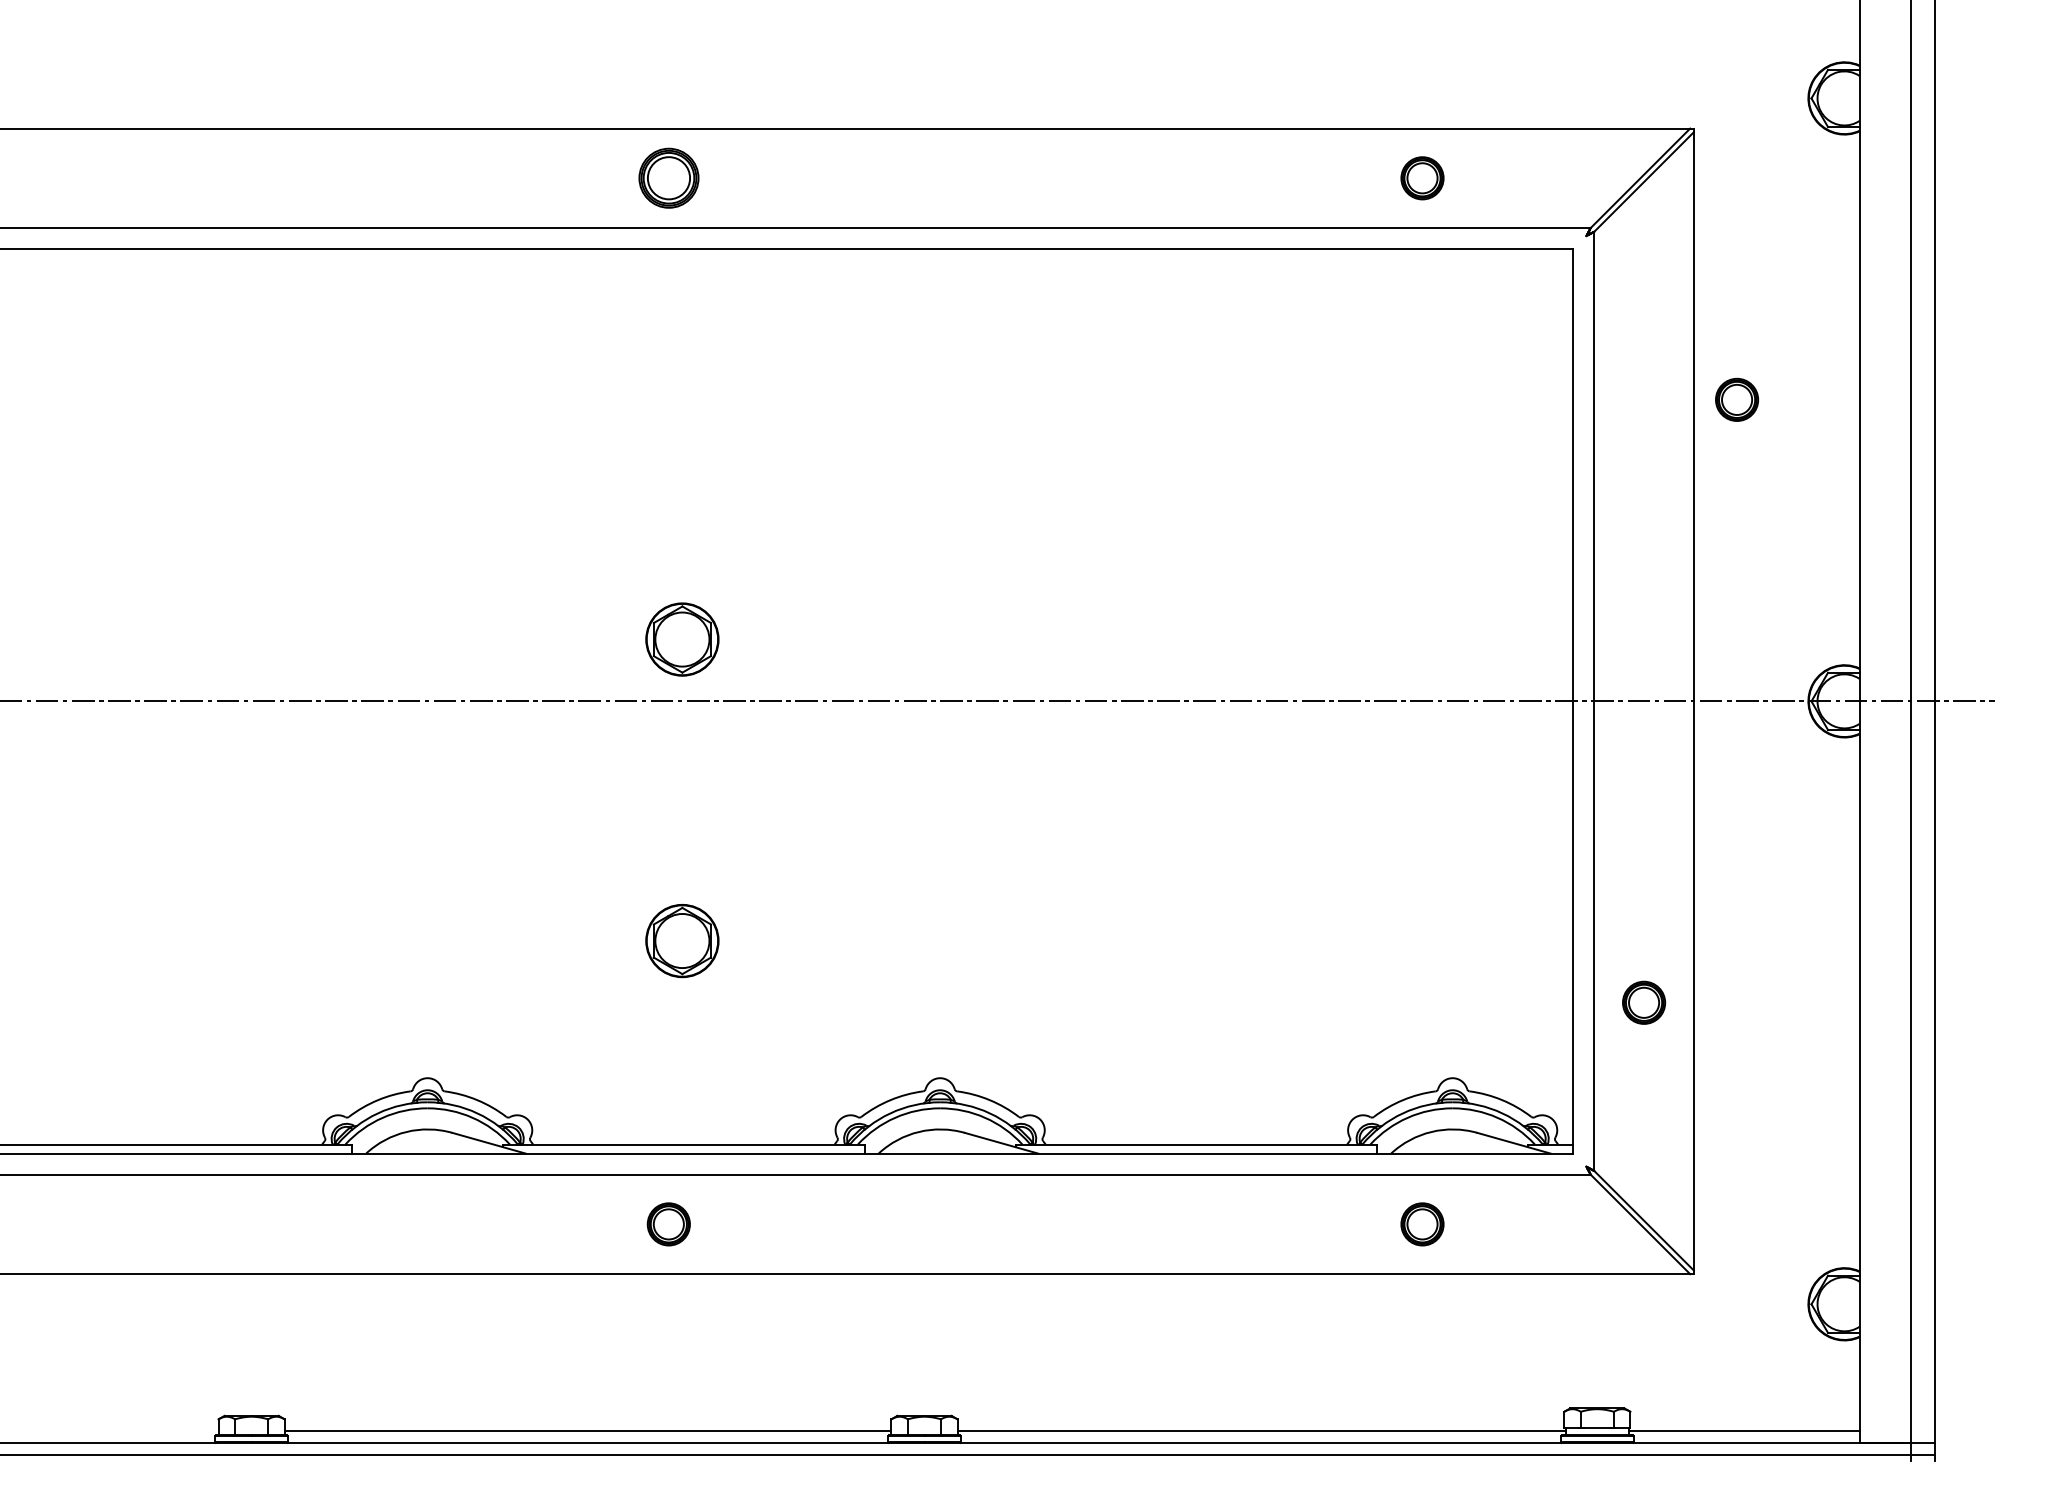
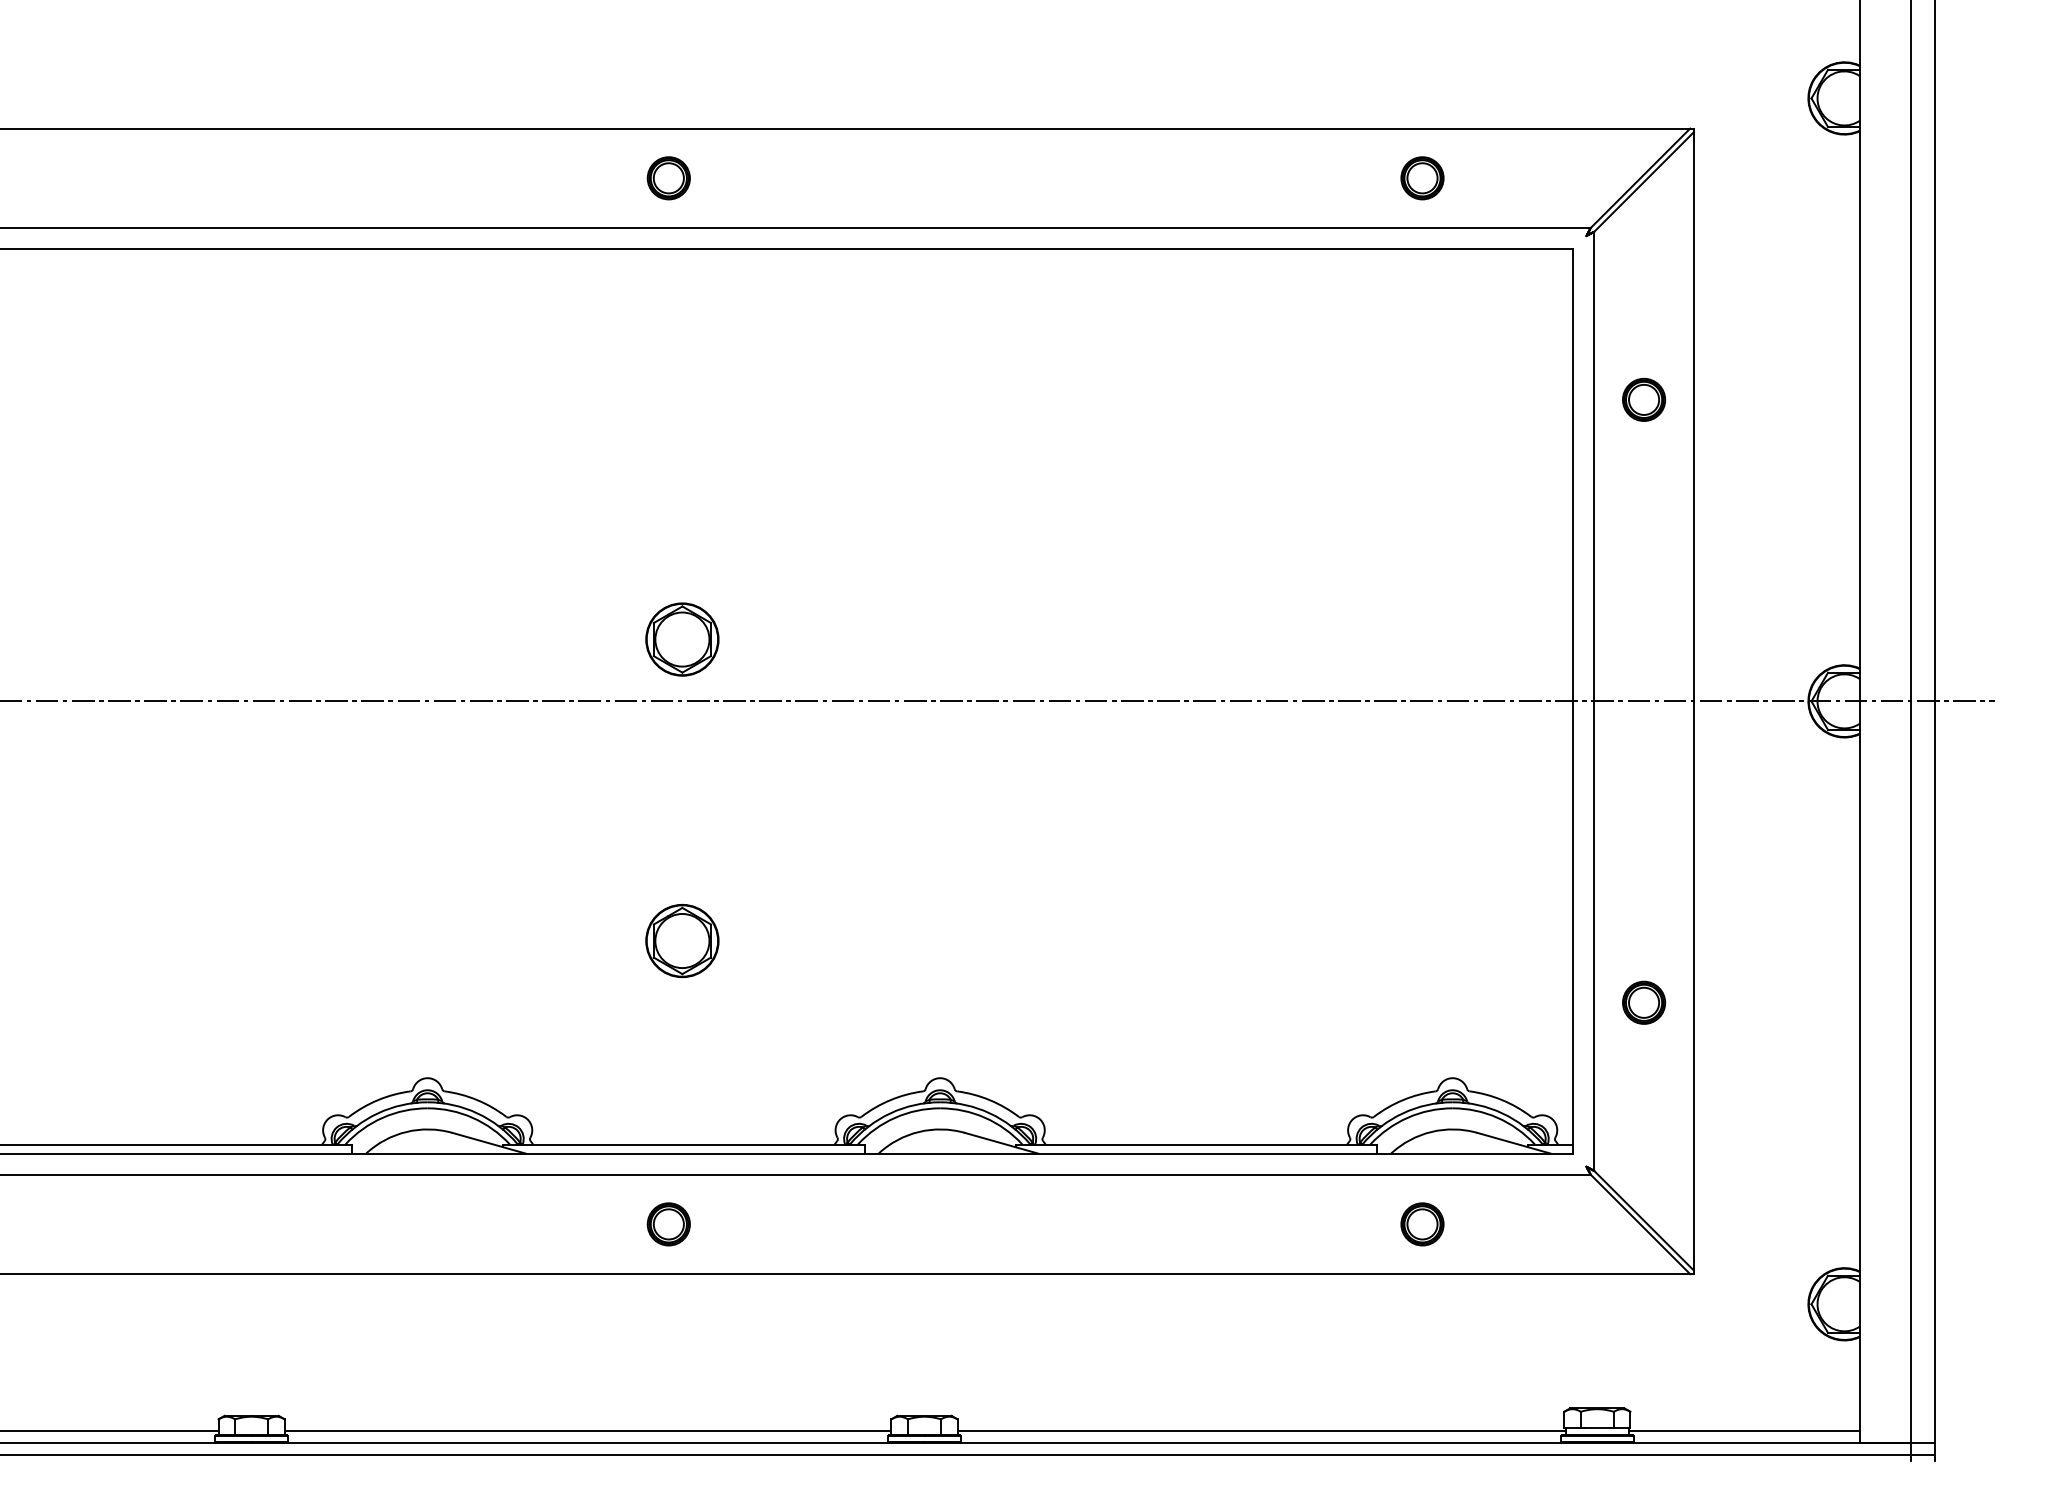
part at (668, 177) size: 62x62 px -> 45x45 px
part at (1737, 399) position: (1737, 399) -> (1644, 399)
line at (110, 1430): none -> present
